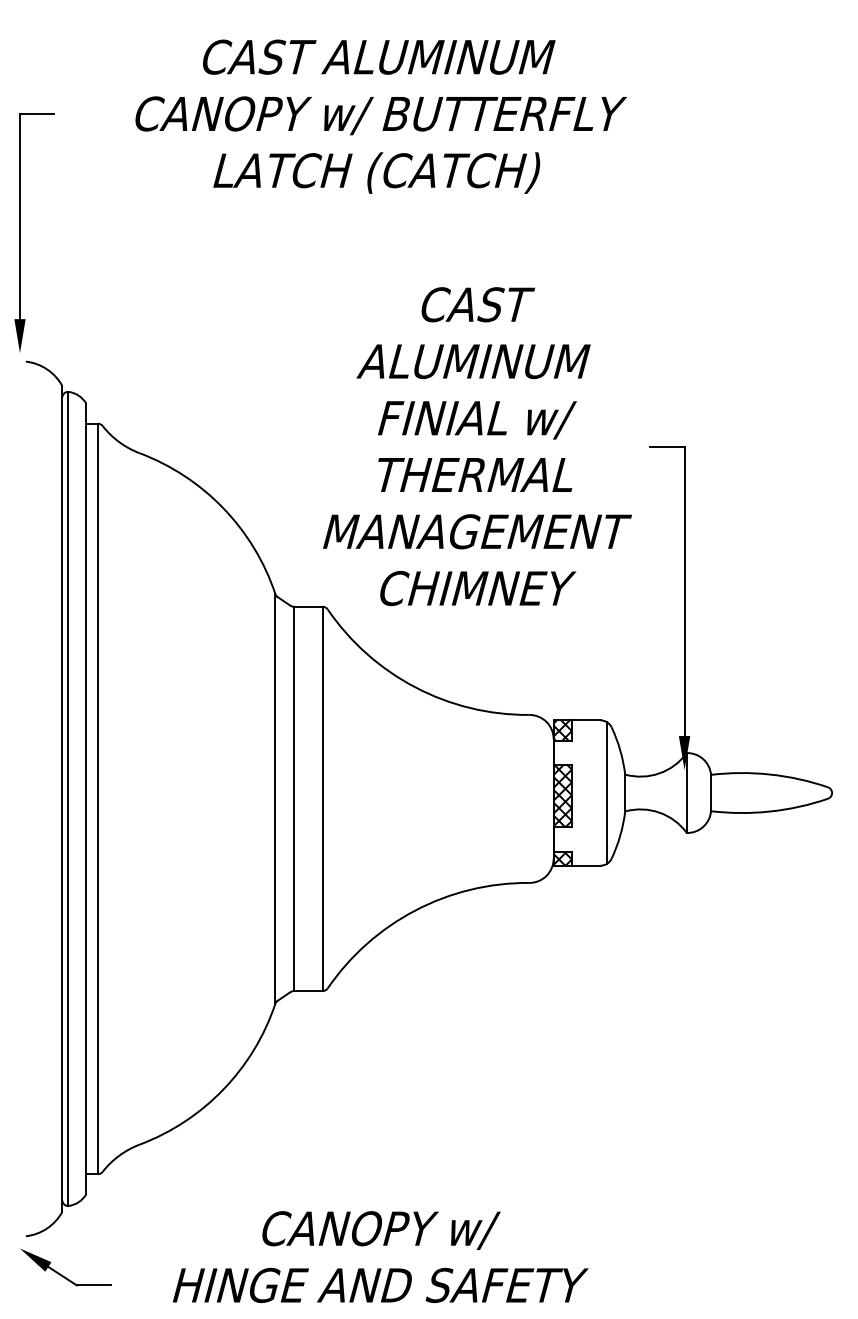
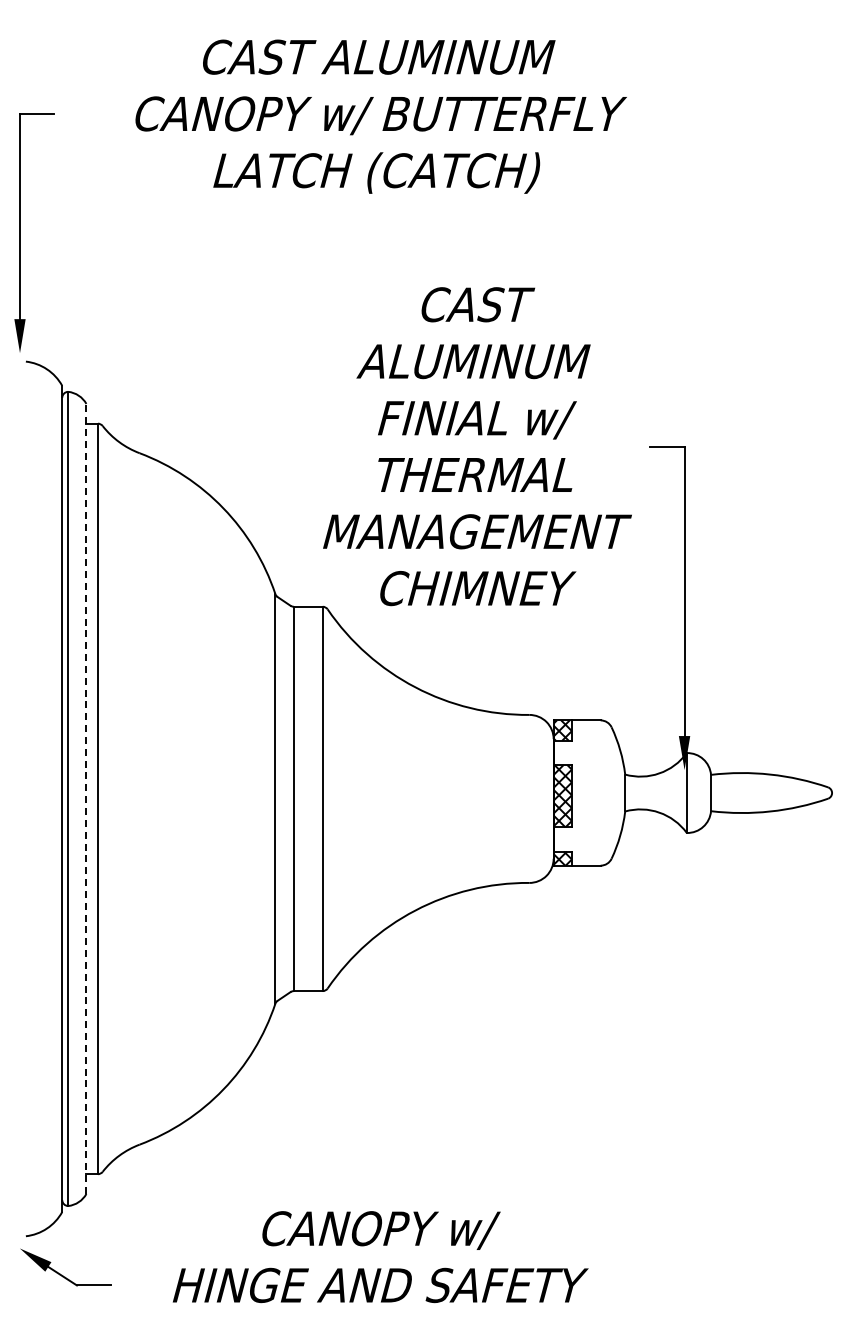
line at (607, 792): present -> none
line at (86, 798): solid -> dashed
